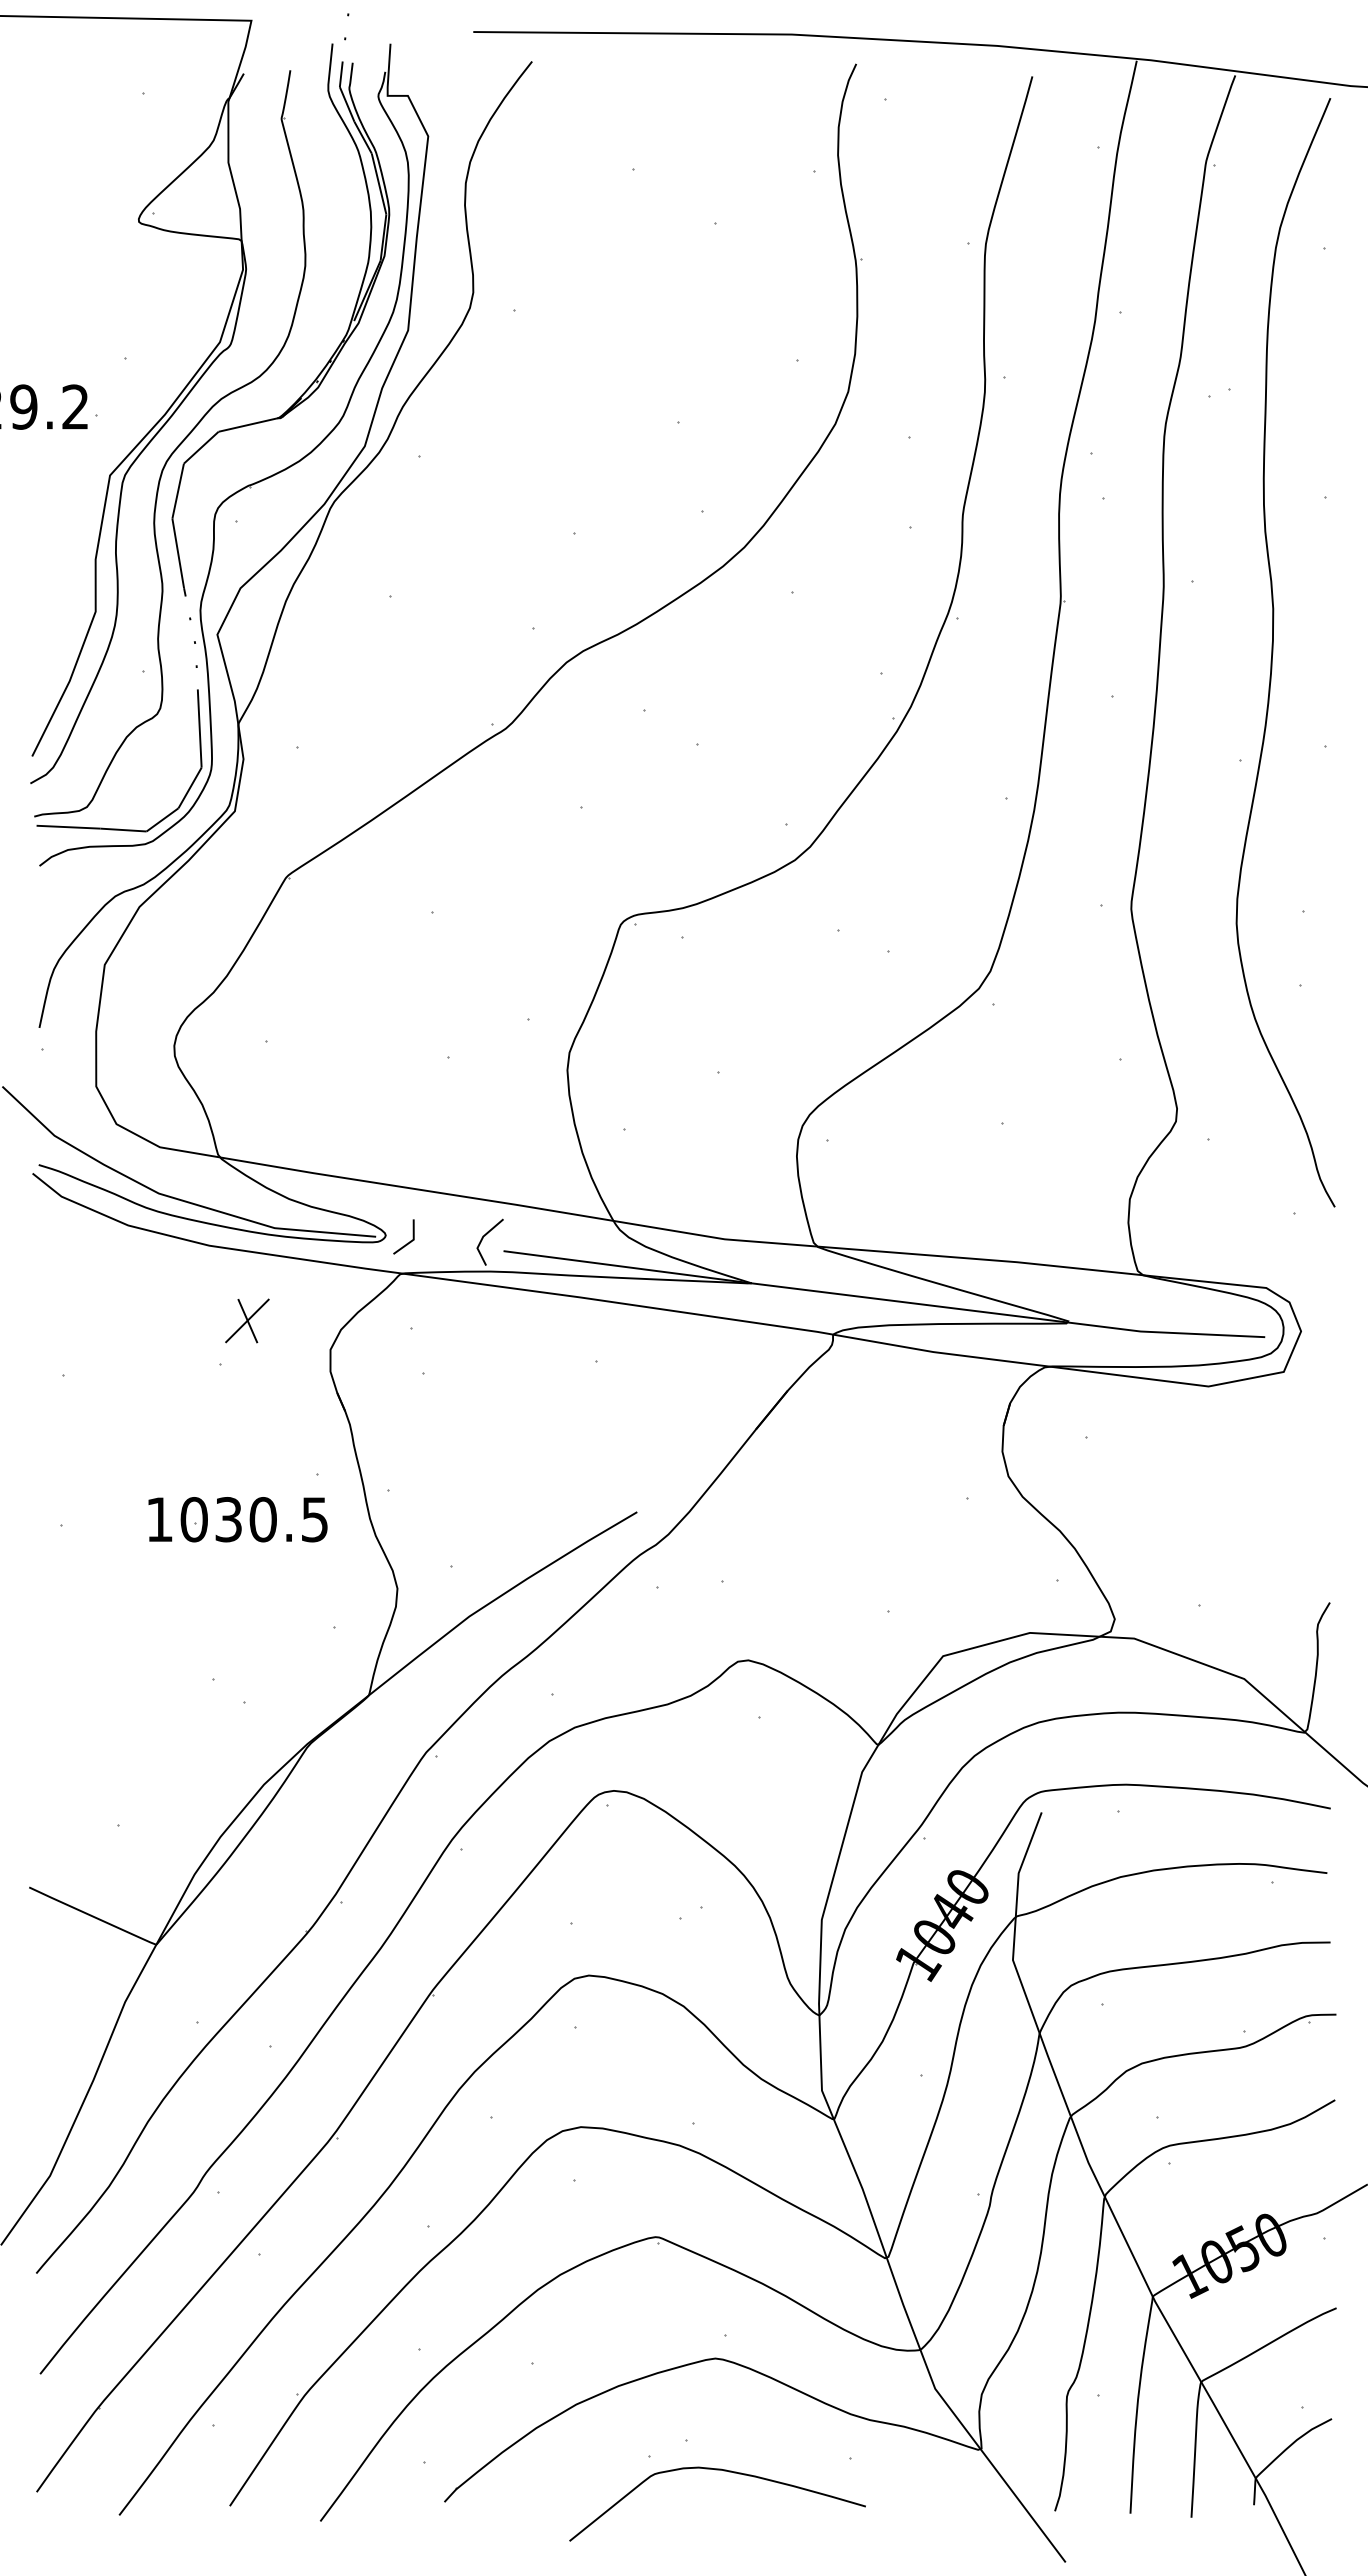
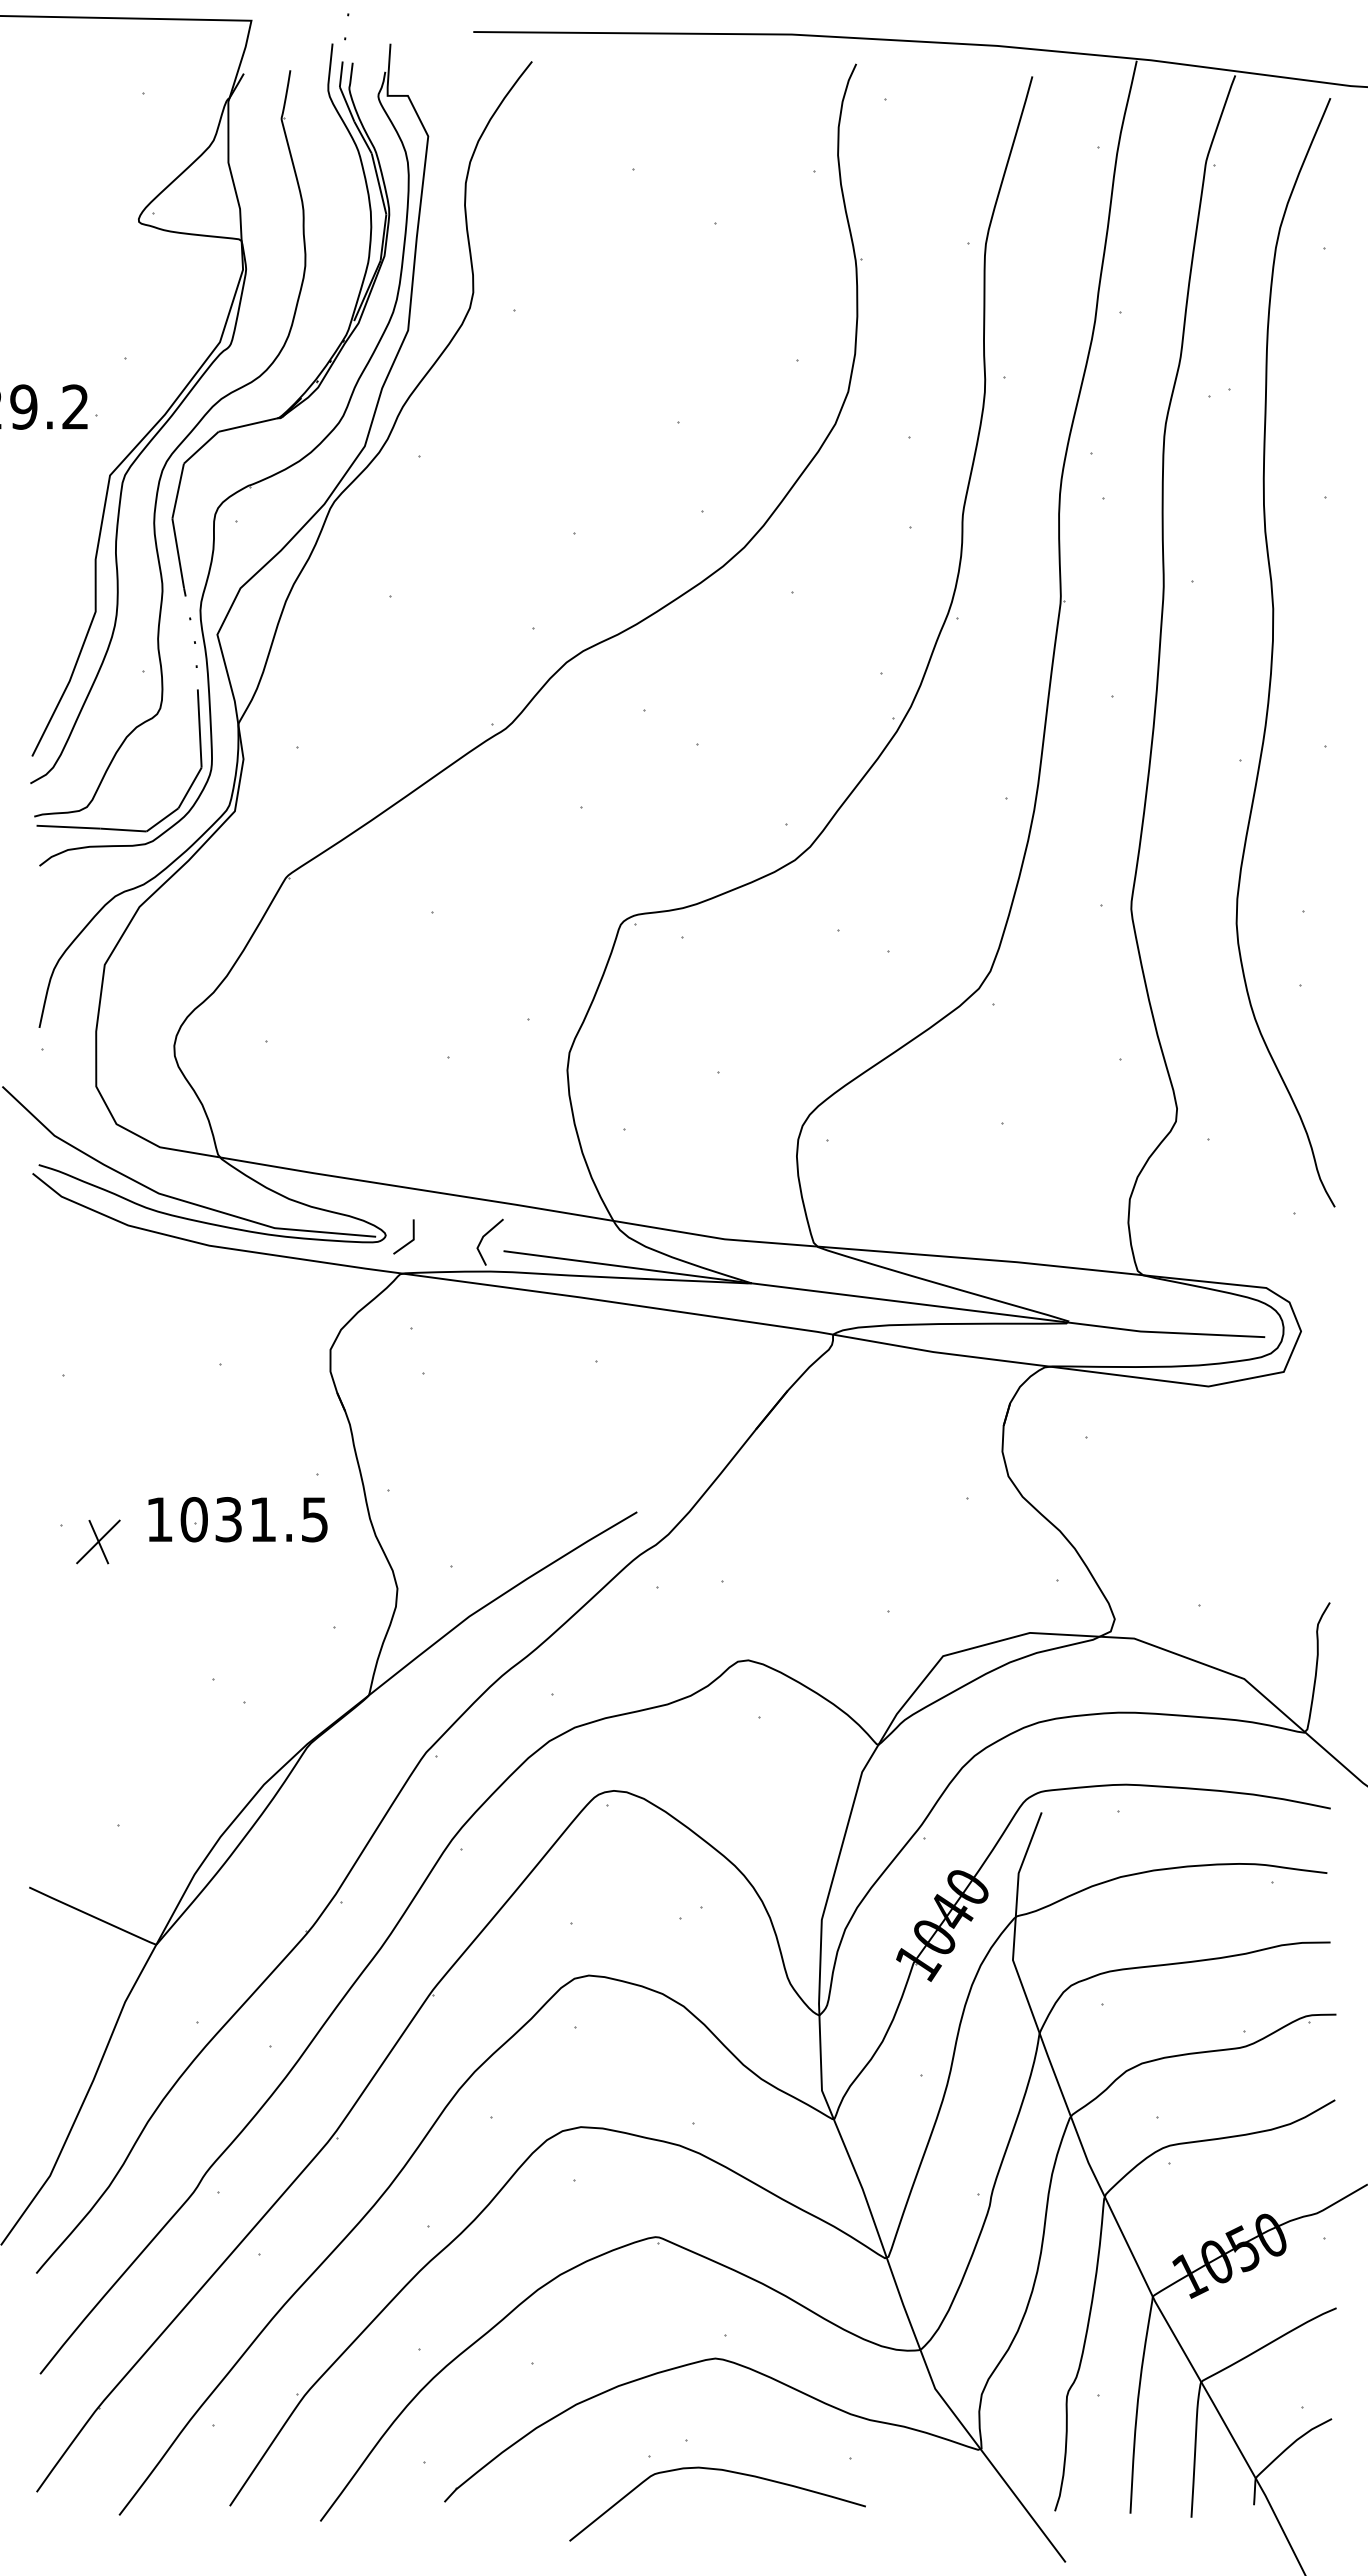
part at (247, 1320) position: (247, 1320) -> (98, 1541)
text at (262, 1519): 1030.5 -> 1031.5
